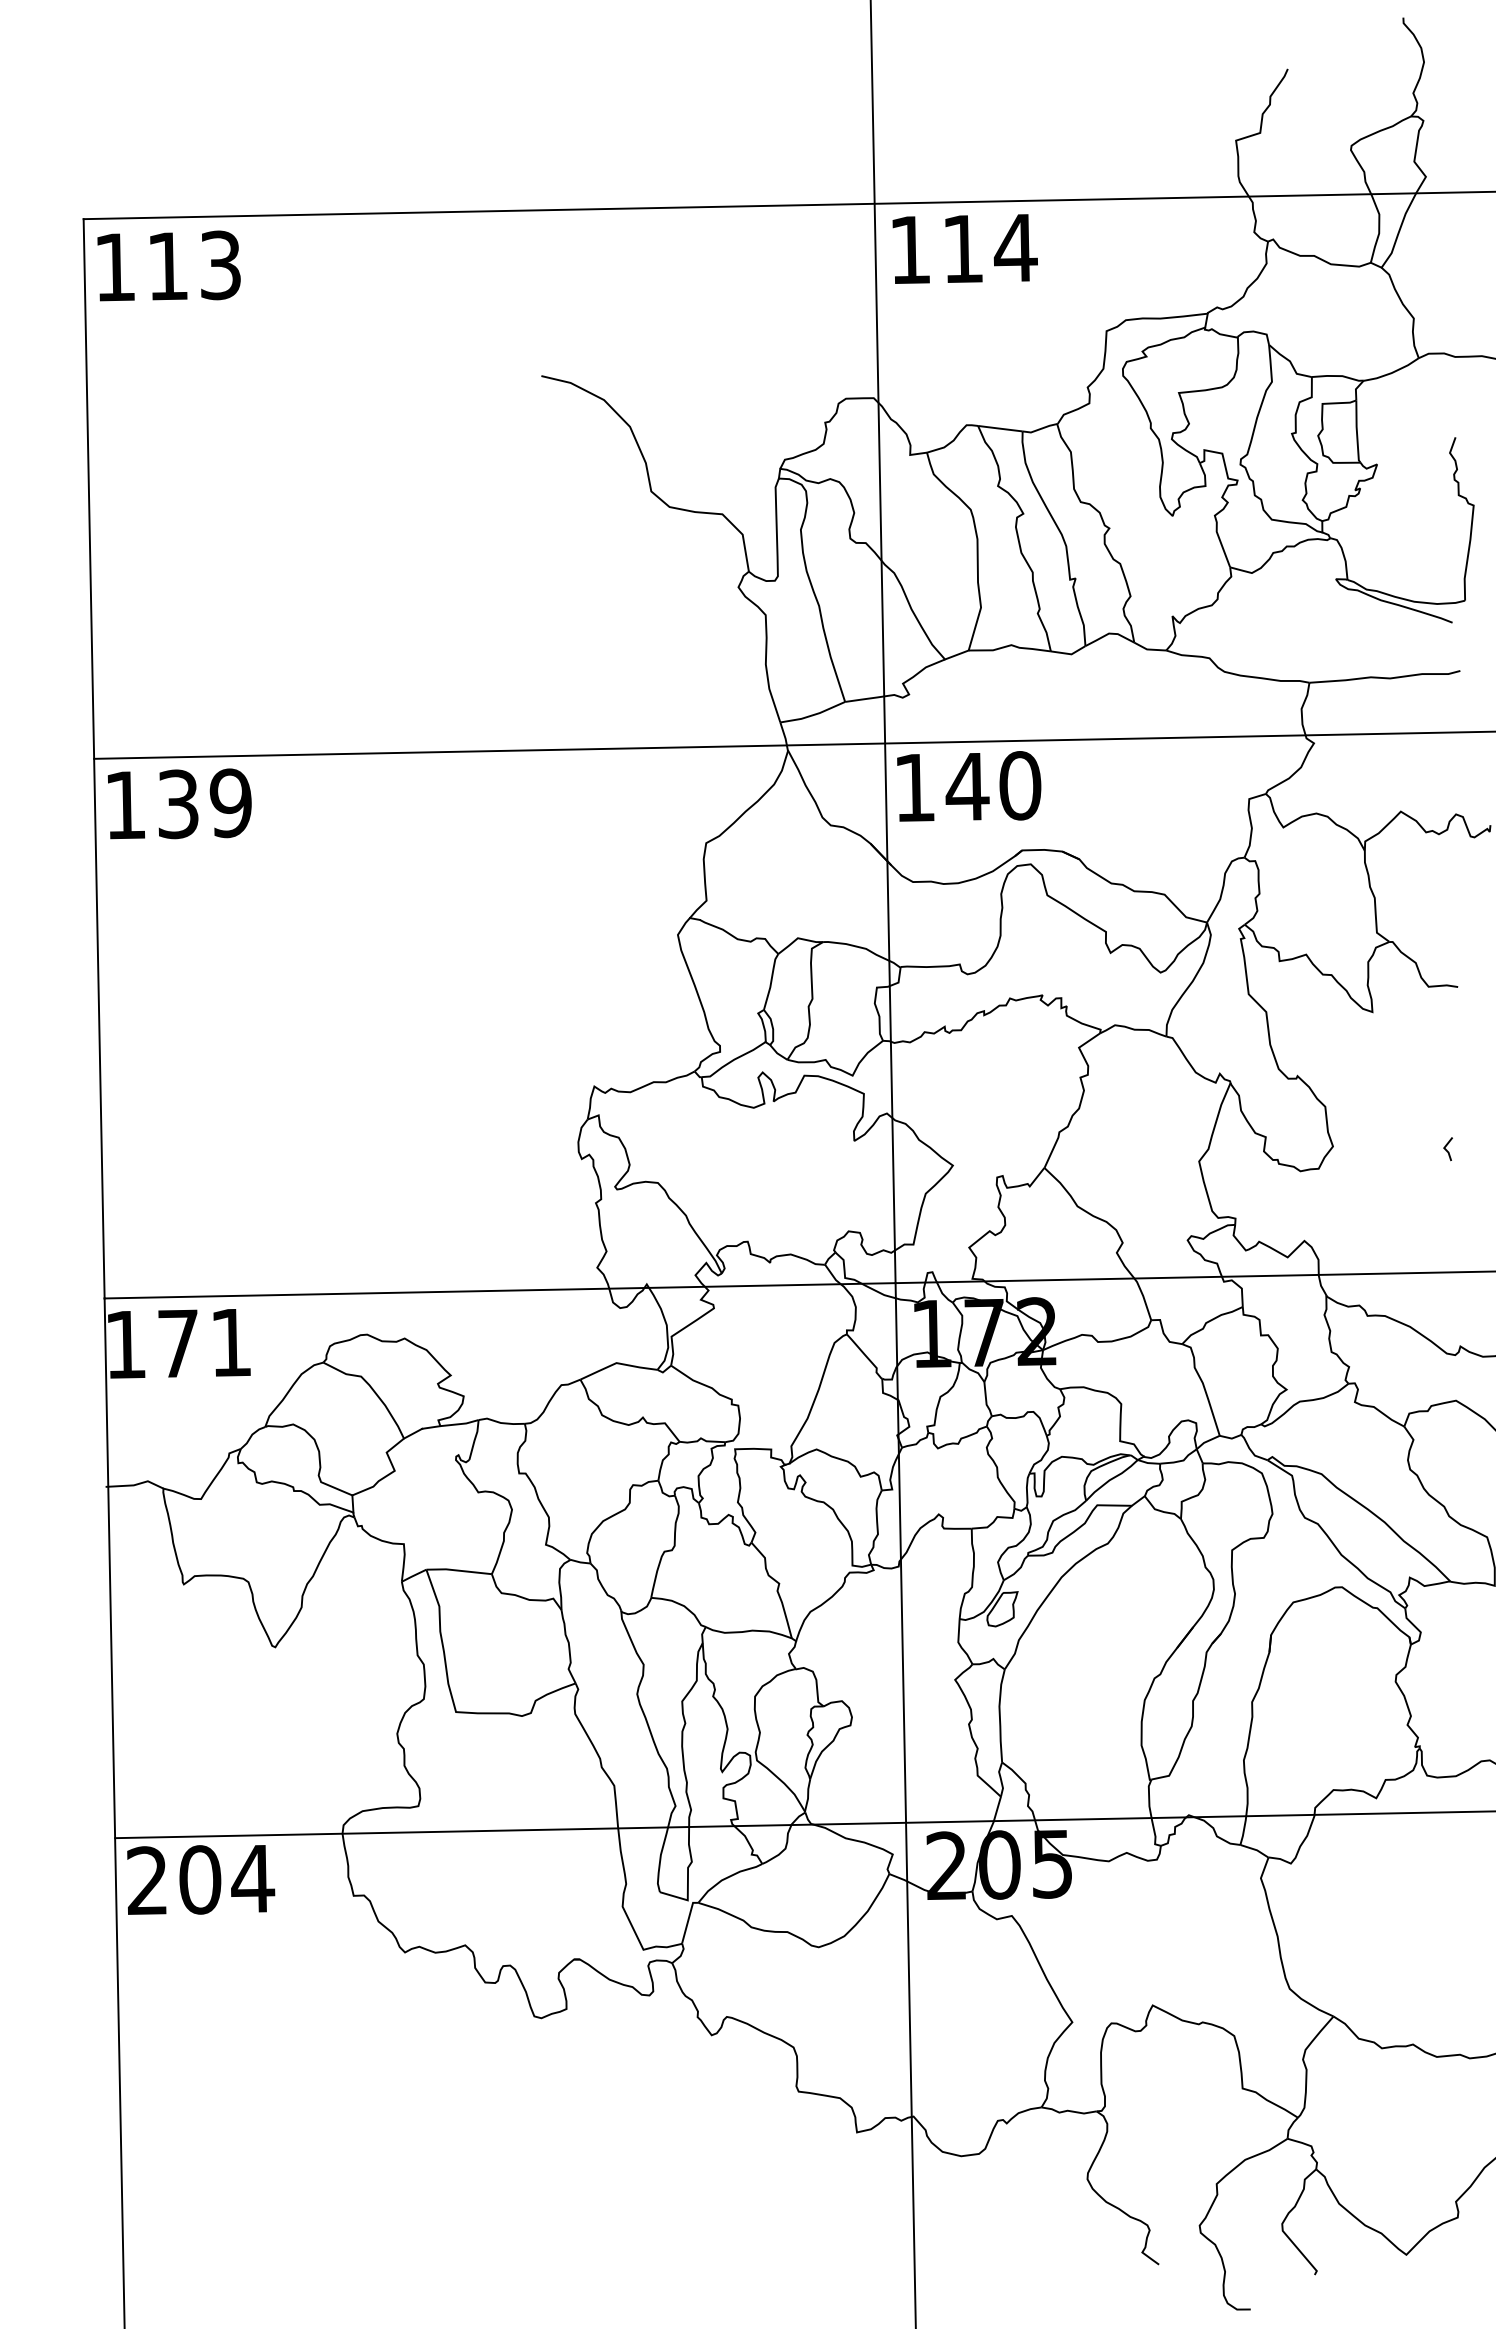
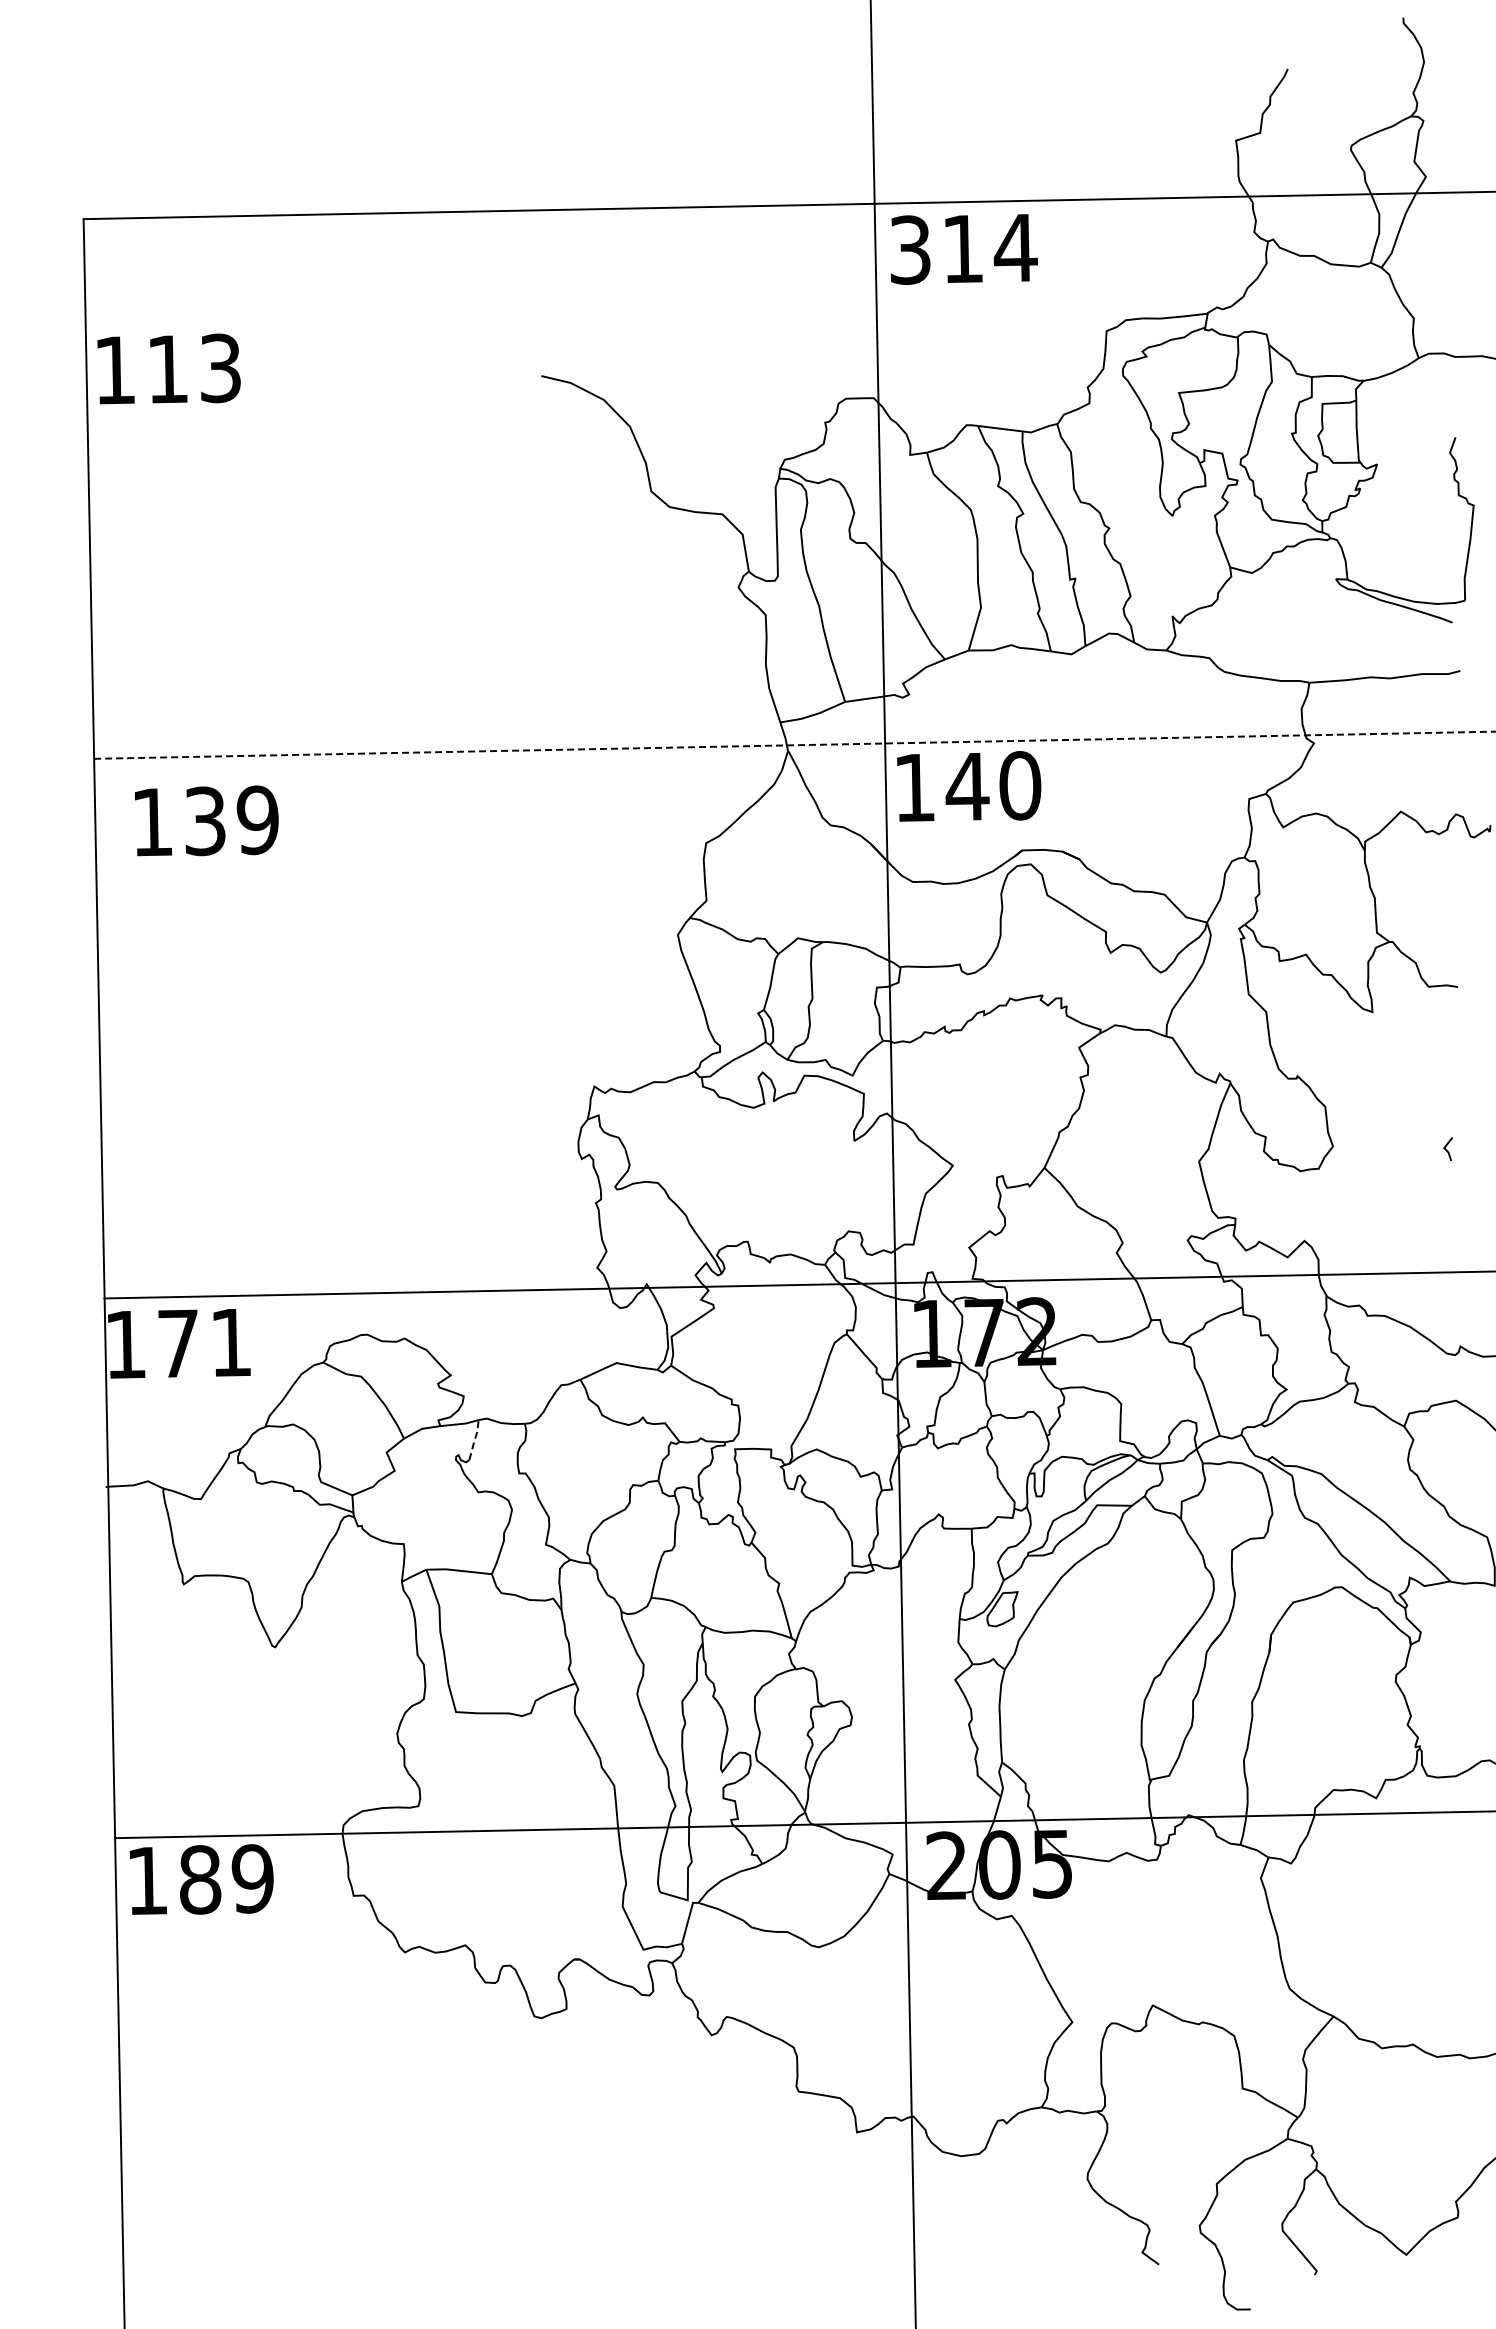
text at (910, 249): 114 -> 314
text at (168, 265) position: (168, 265) -> (168, 368)
line at (794, 745): solid -> dashed
text at (179, 803) position: (179, 803) -> (206, 820)
line at (474, 1439): solid -> dashed
text at (201, 1879): 204 -> 189
